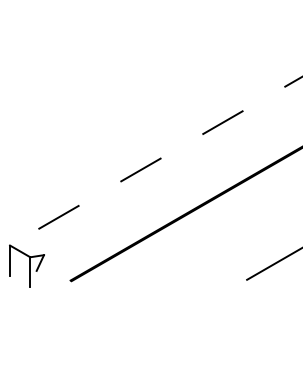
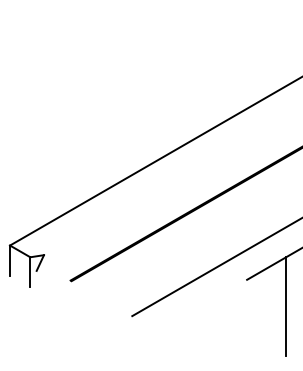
line at (156, 161): dashed -> solid
line at (215, 267): none -> present
line at (286, 306): none -> present
